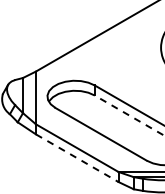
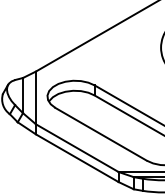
line at (129, 115): dashed -> solid
line at (77, 158): dashed -> solid
